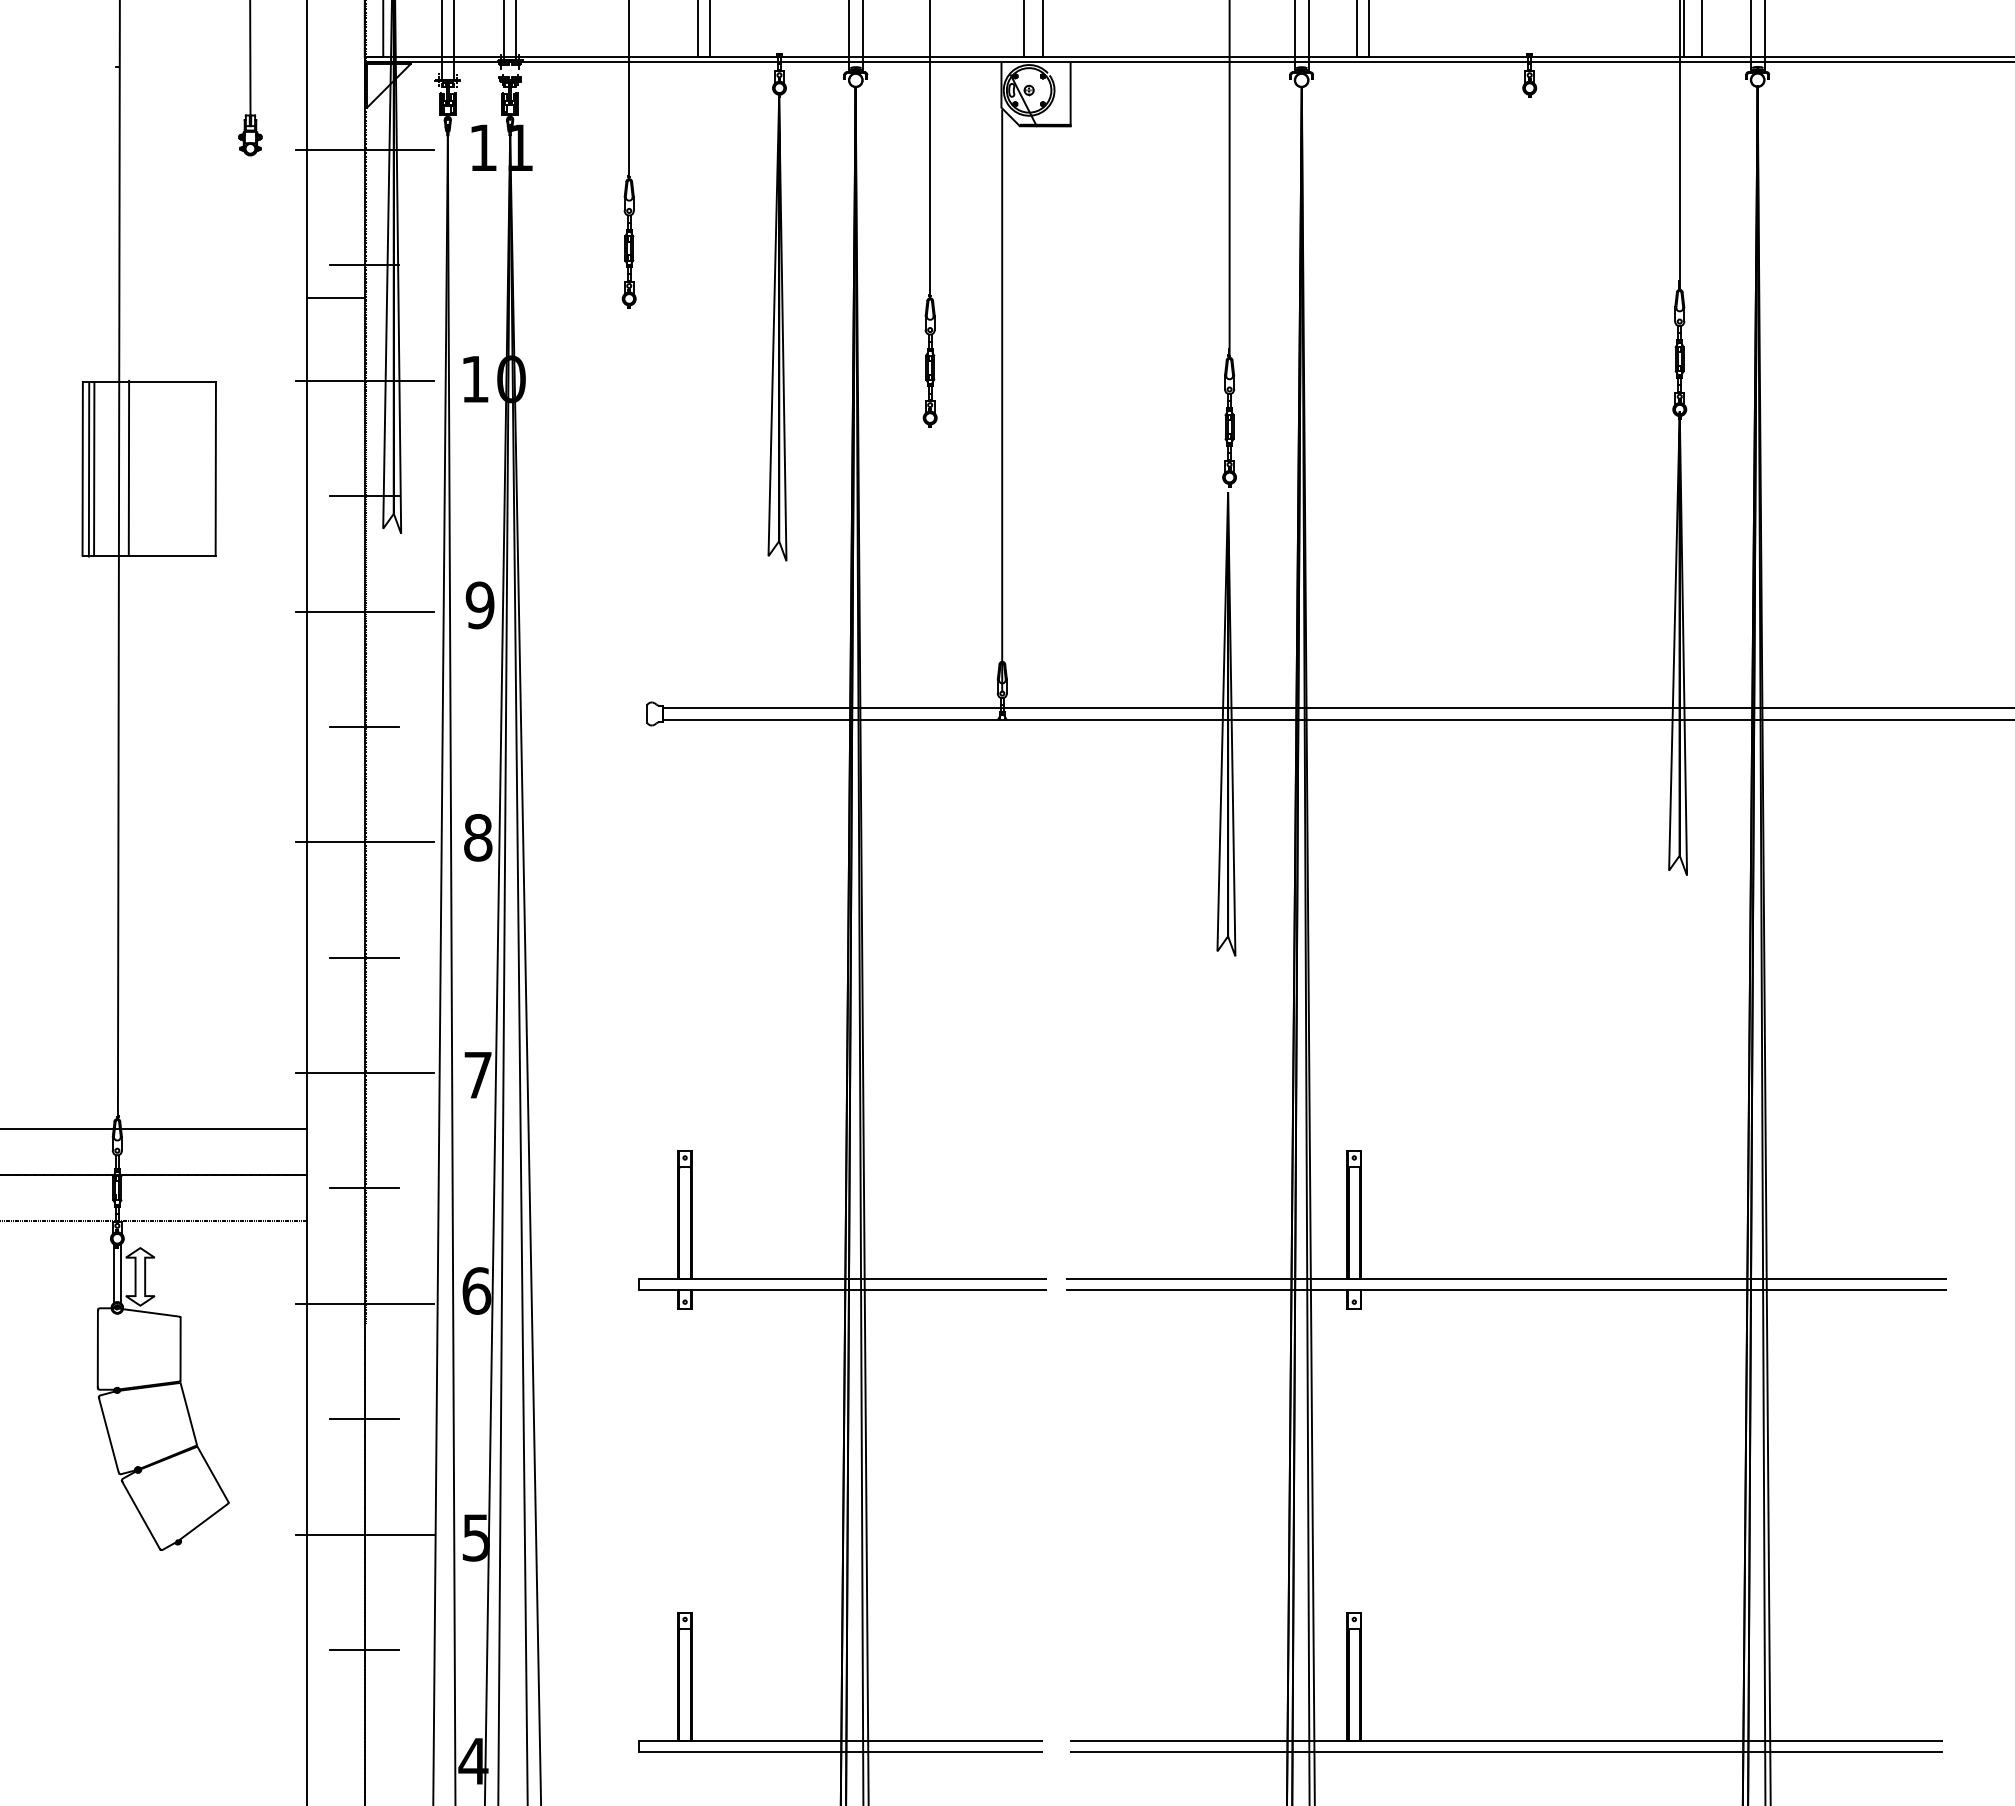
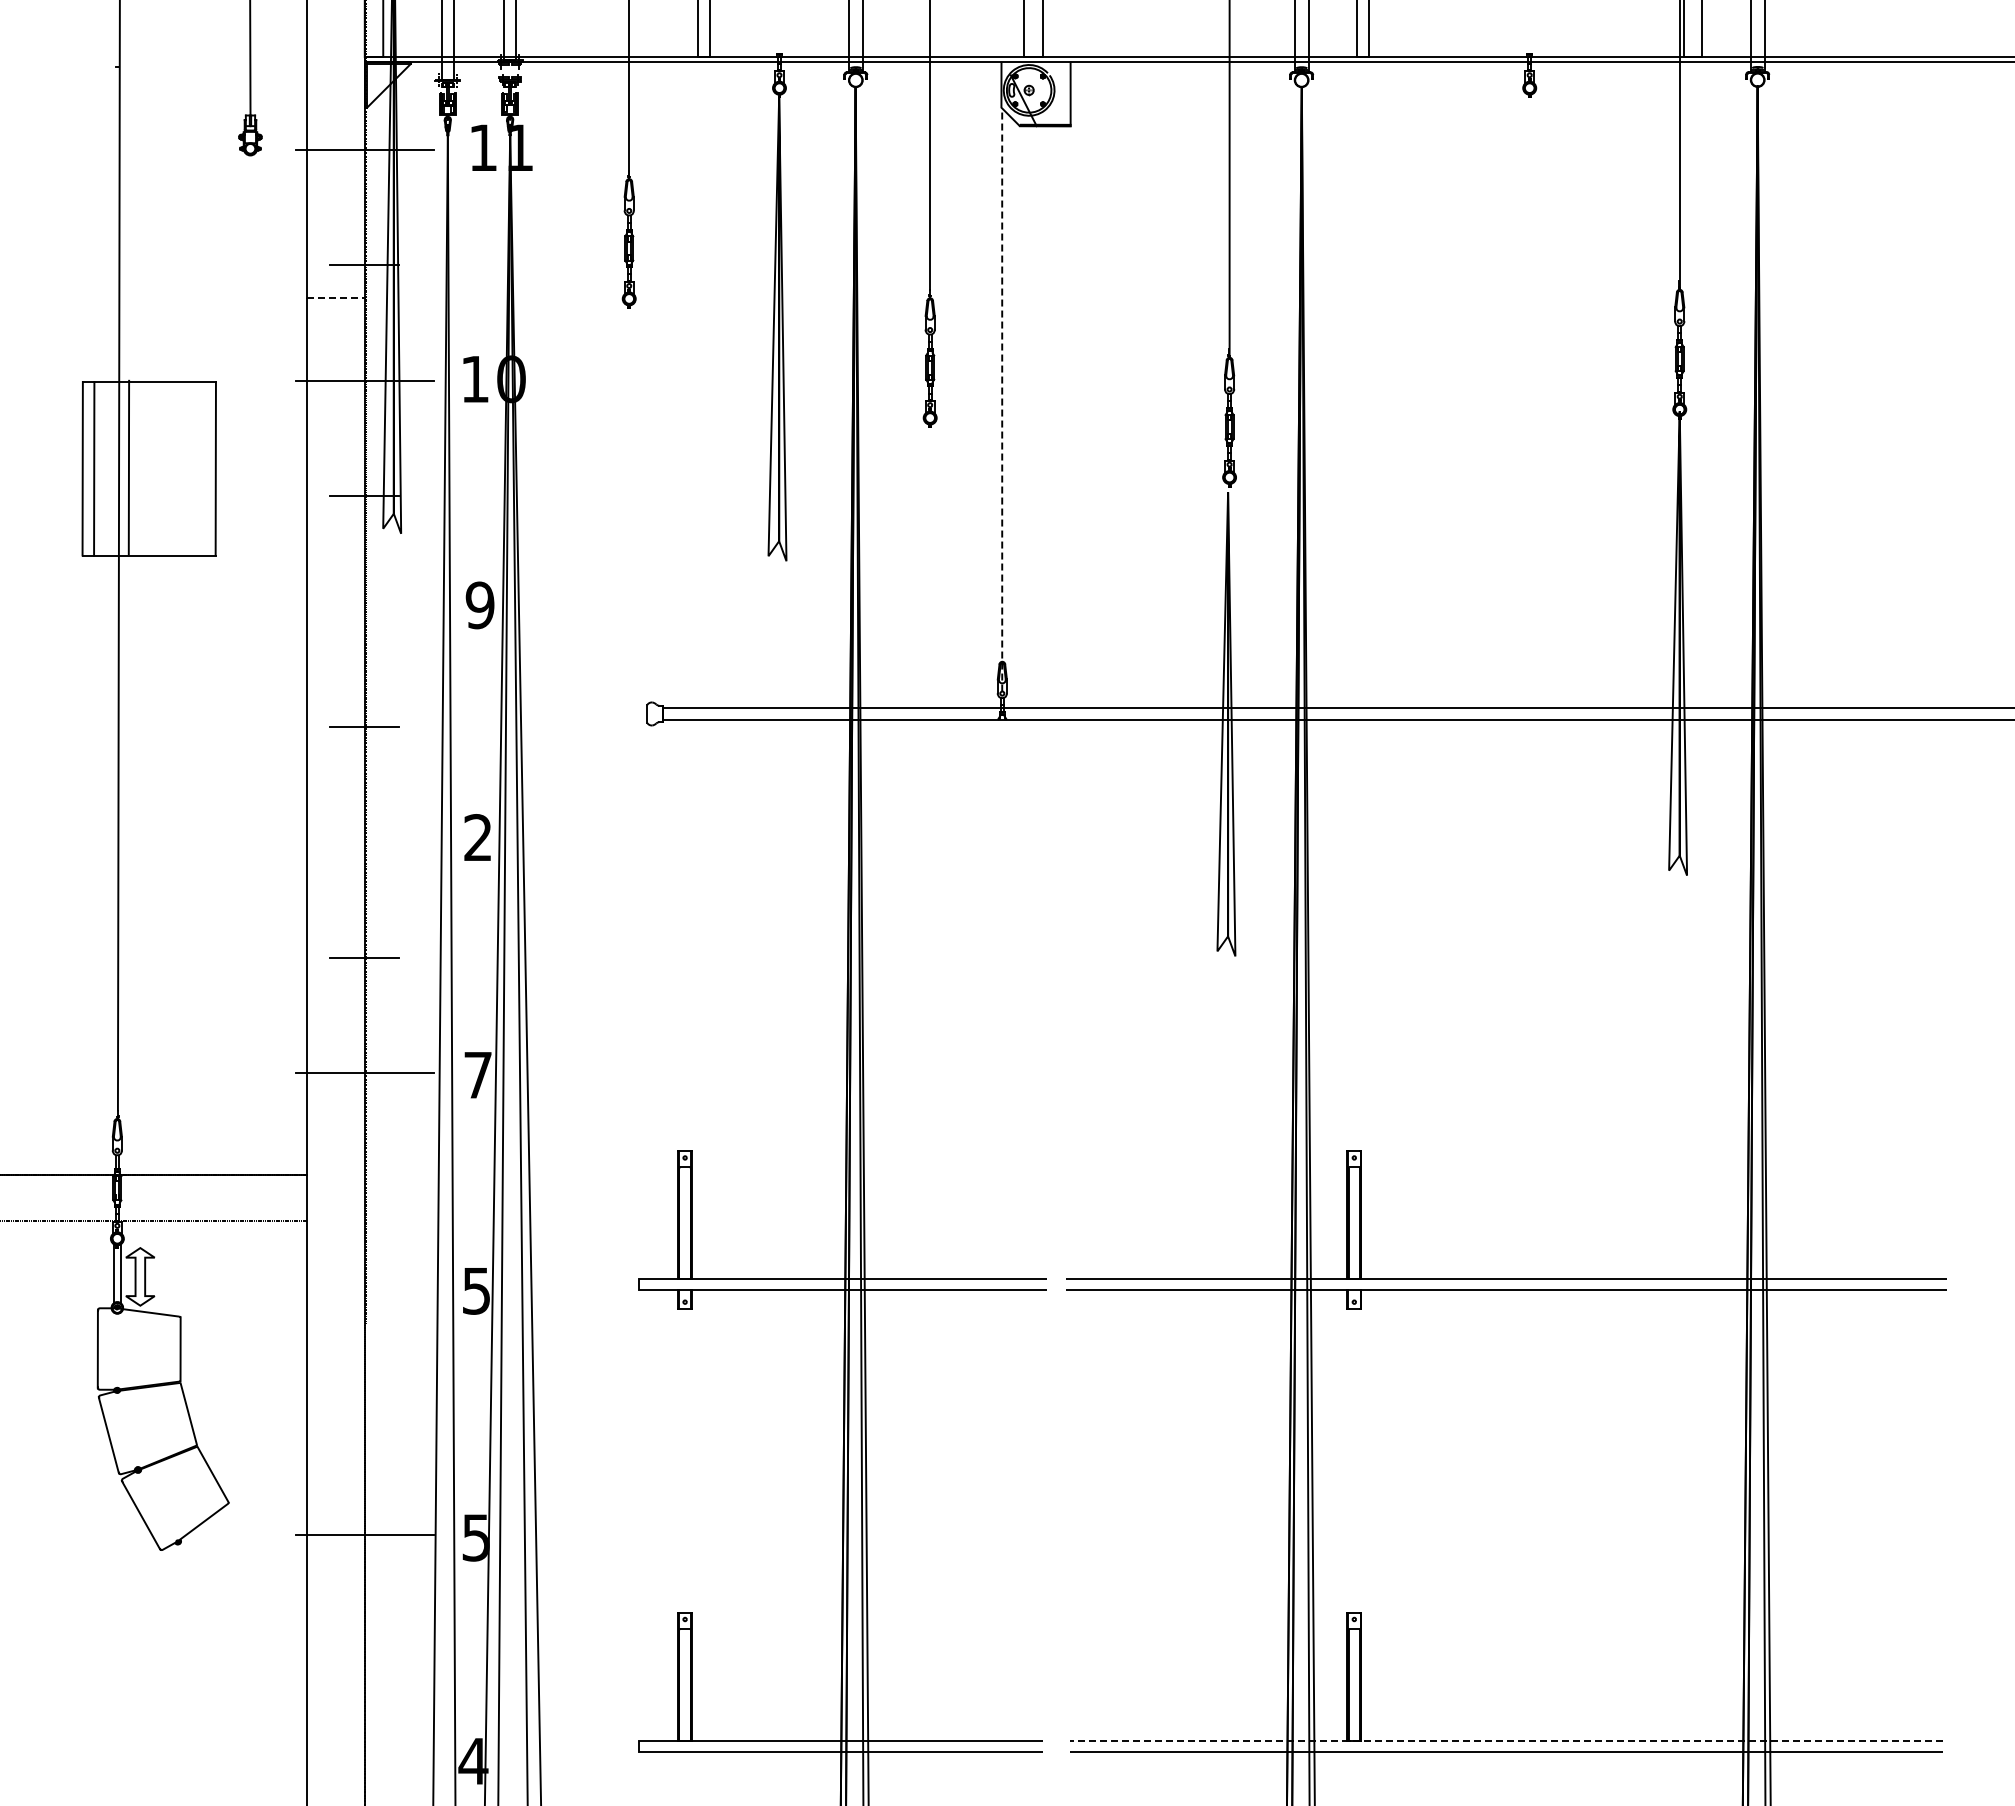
line at (335, 298): solid -> dashed
line at (1002, 400): solid -> dashed
line at (88, 469): present -> none
line at (364, 611): present -> none
text at (478, 837): 8 -> 2
line at (364, 842): present -> none
line at (154, 1128): present -> none
line at (364, 1188): present -> none
text at (476, 1290): 6 -> 5
line at (364, 1303): present -> none
line at (364, 1419): present -> none
line at (364, 1650): present -> none
line at (1506, 1740): solid -> dashed
